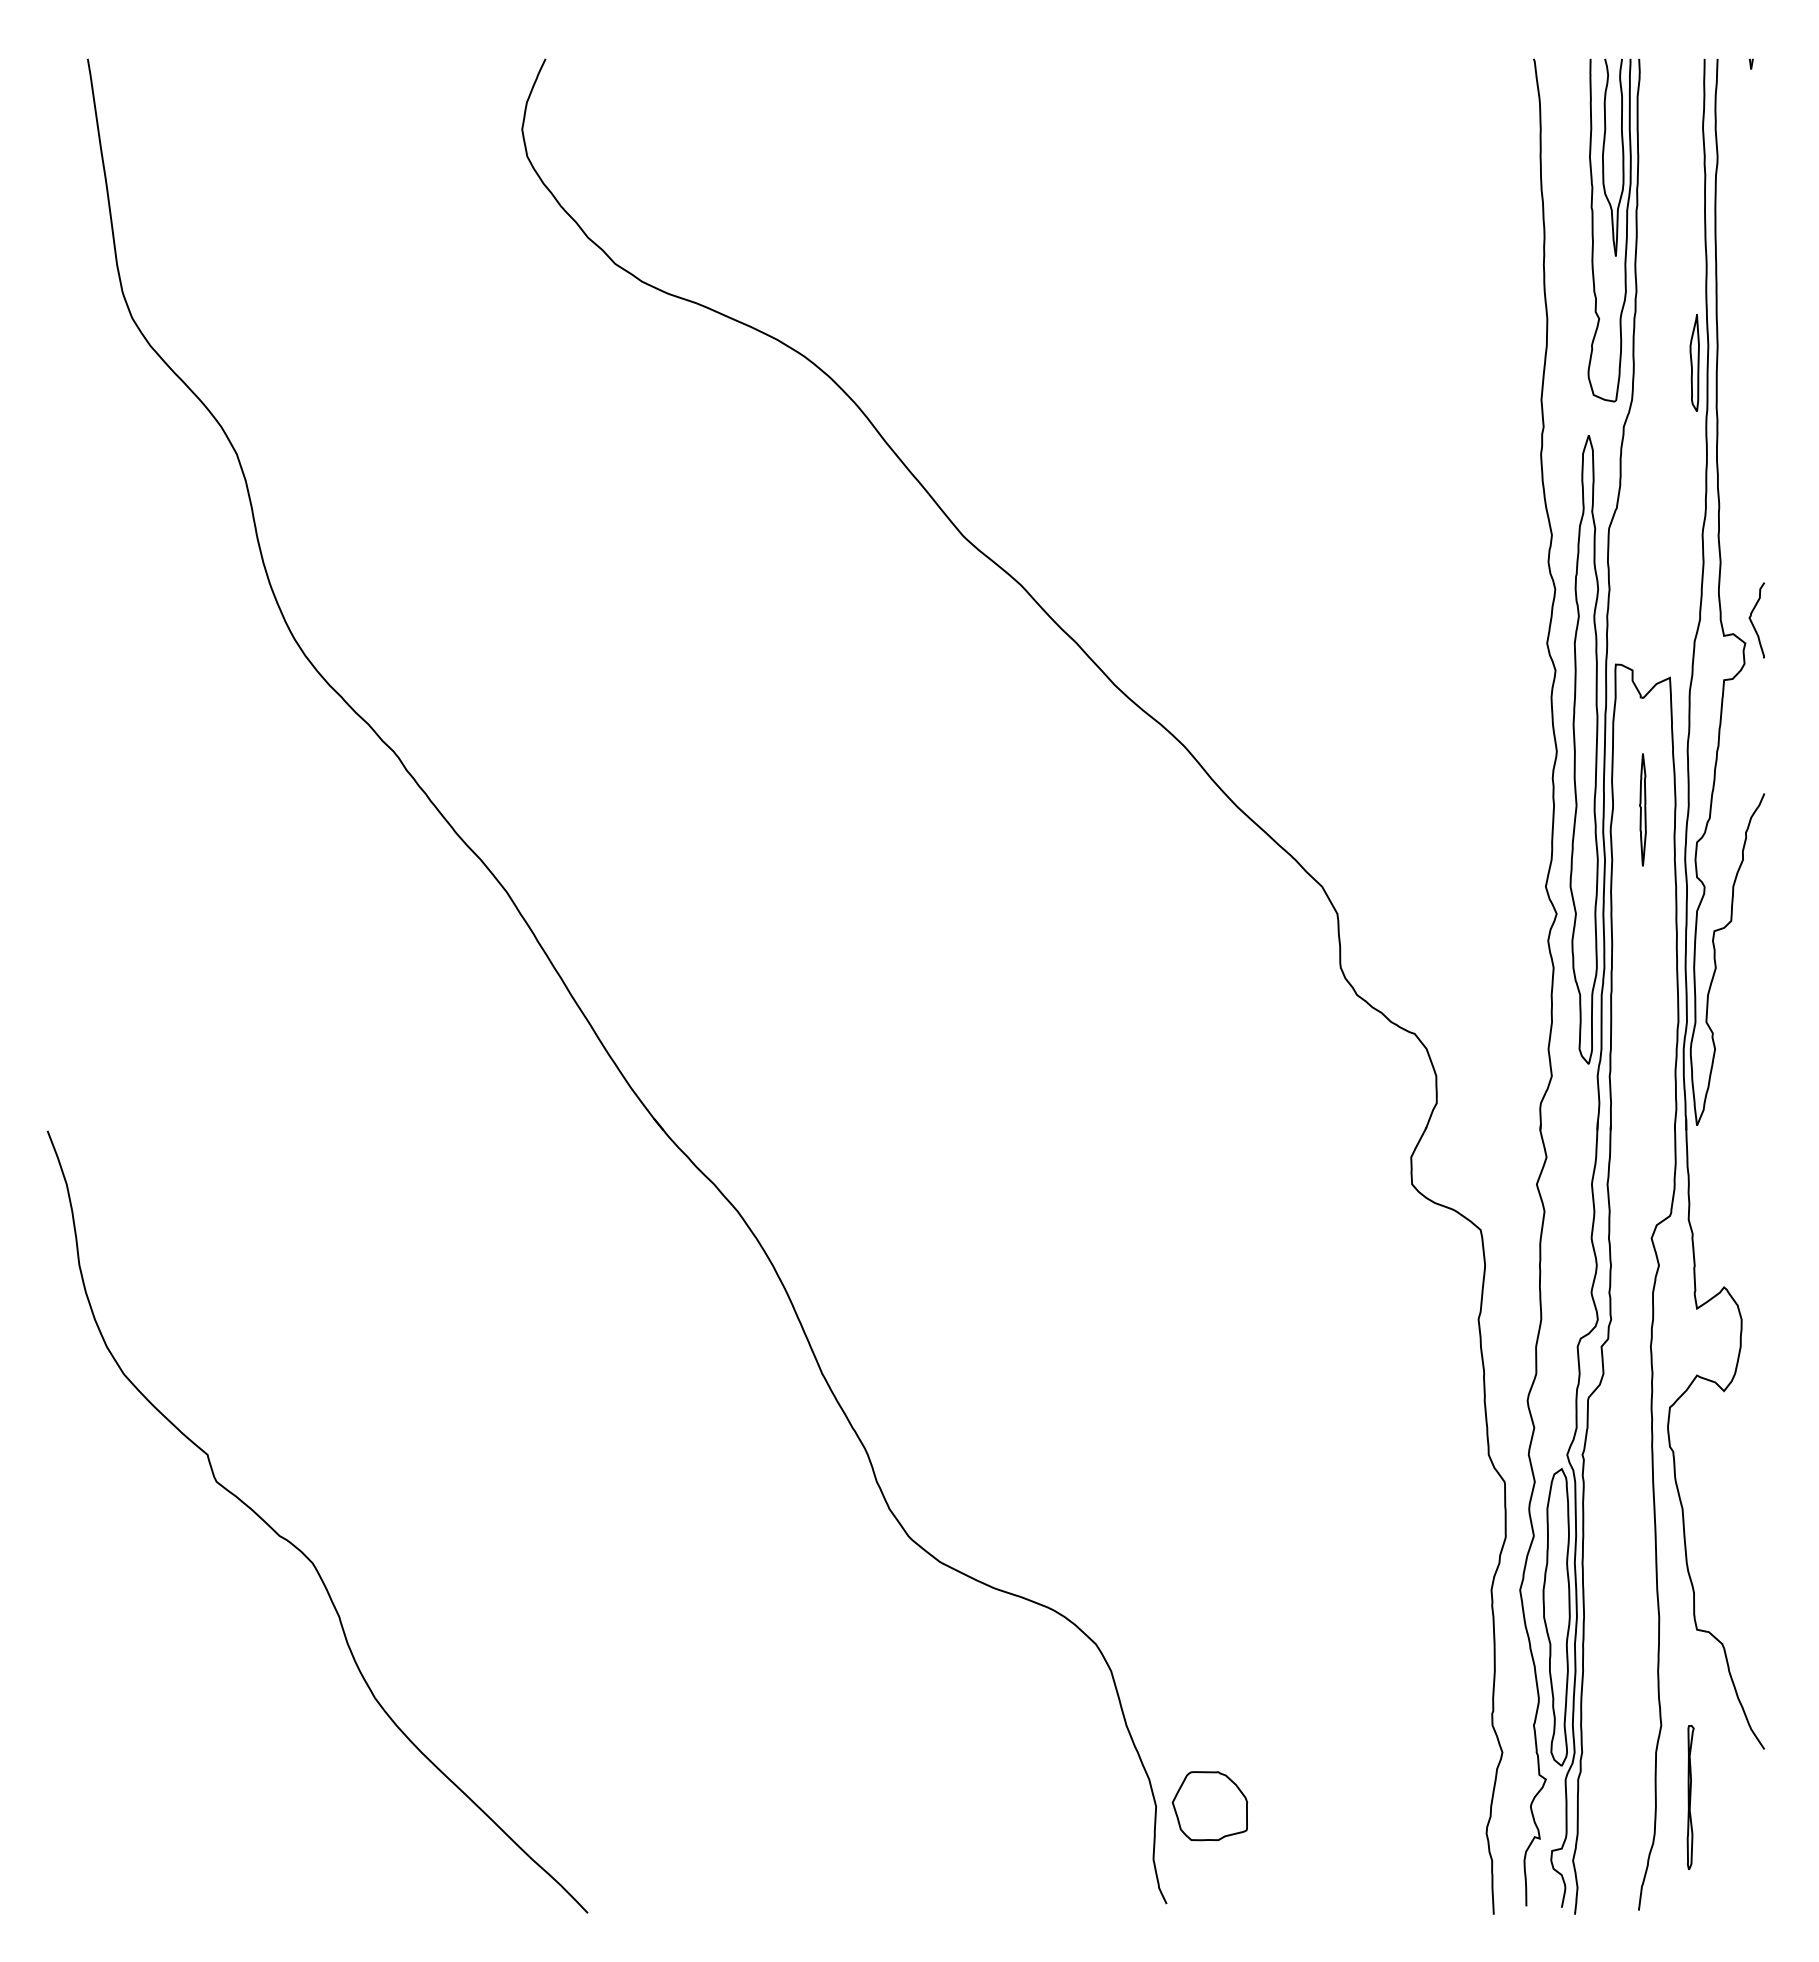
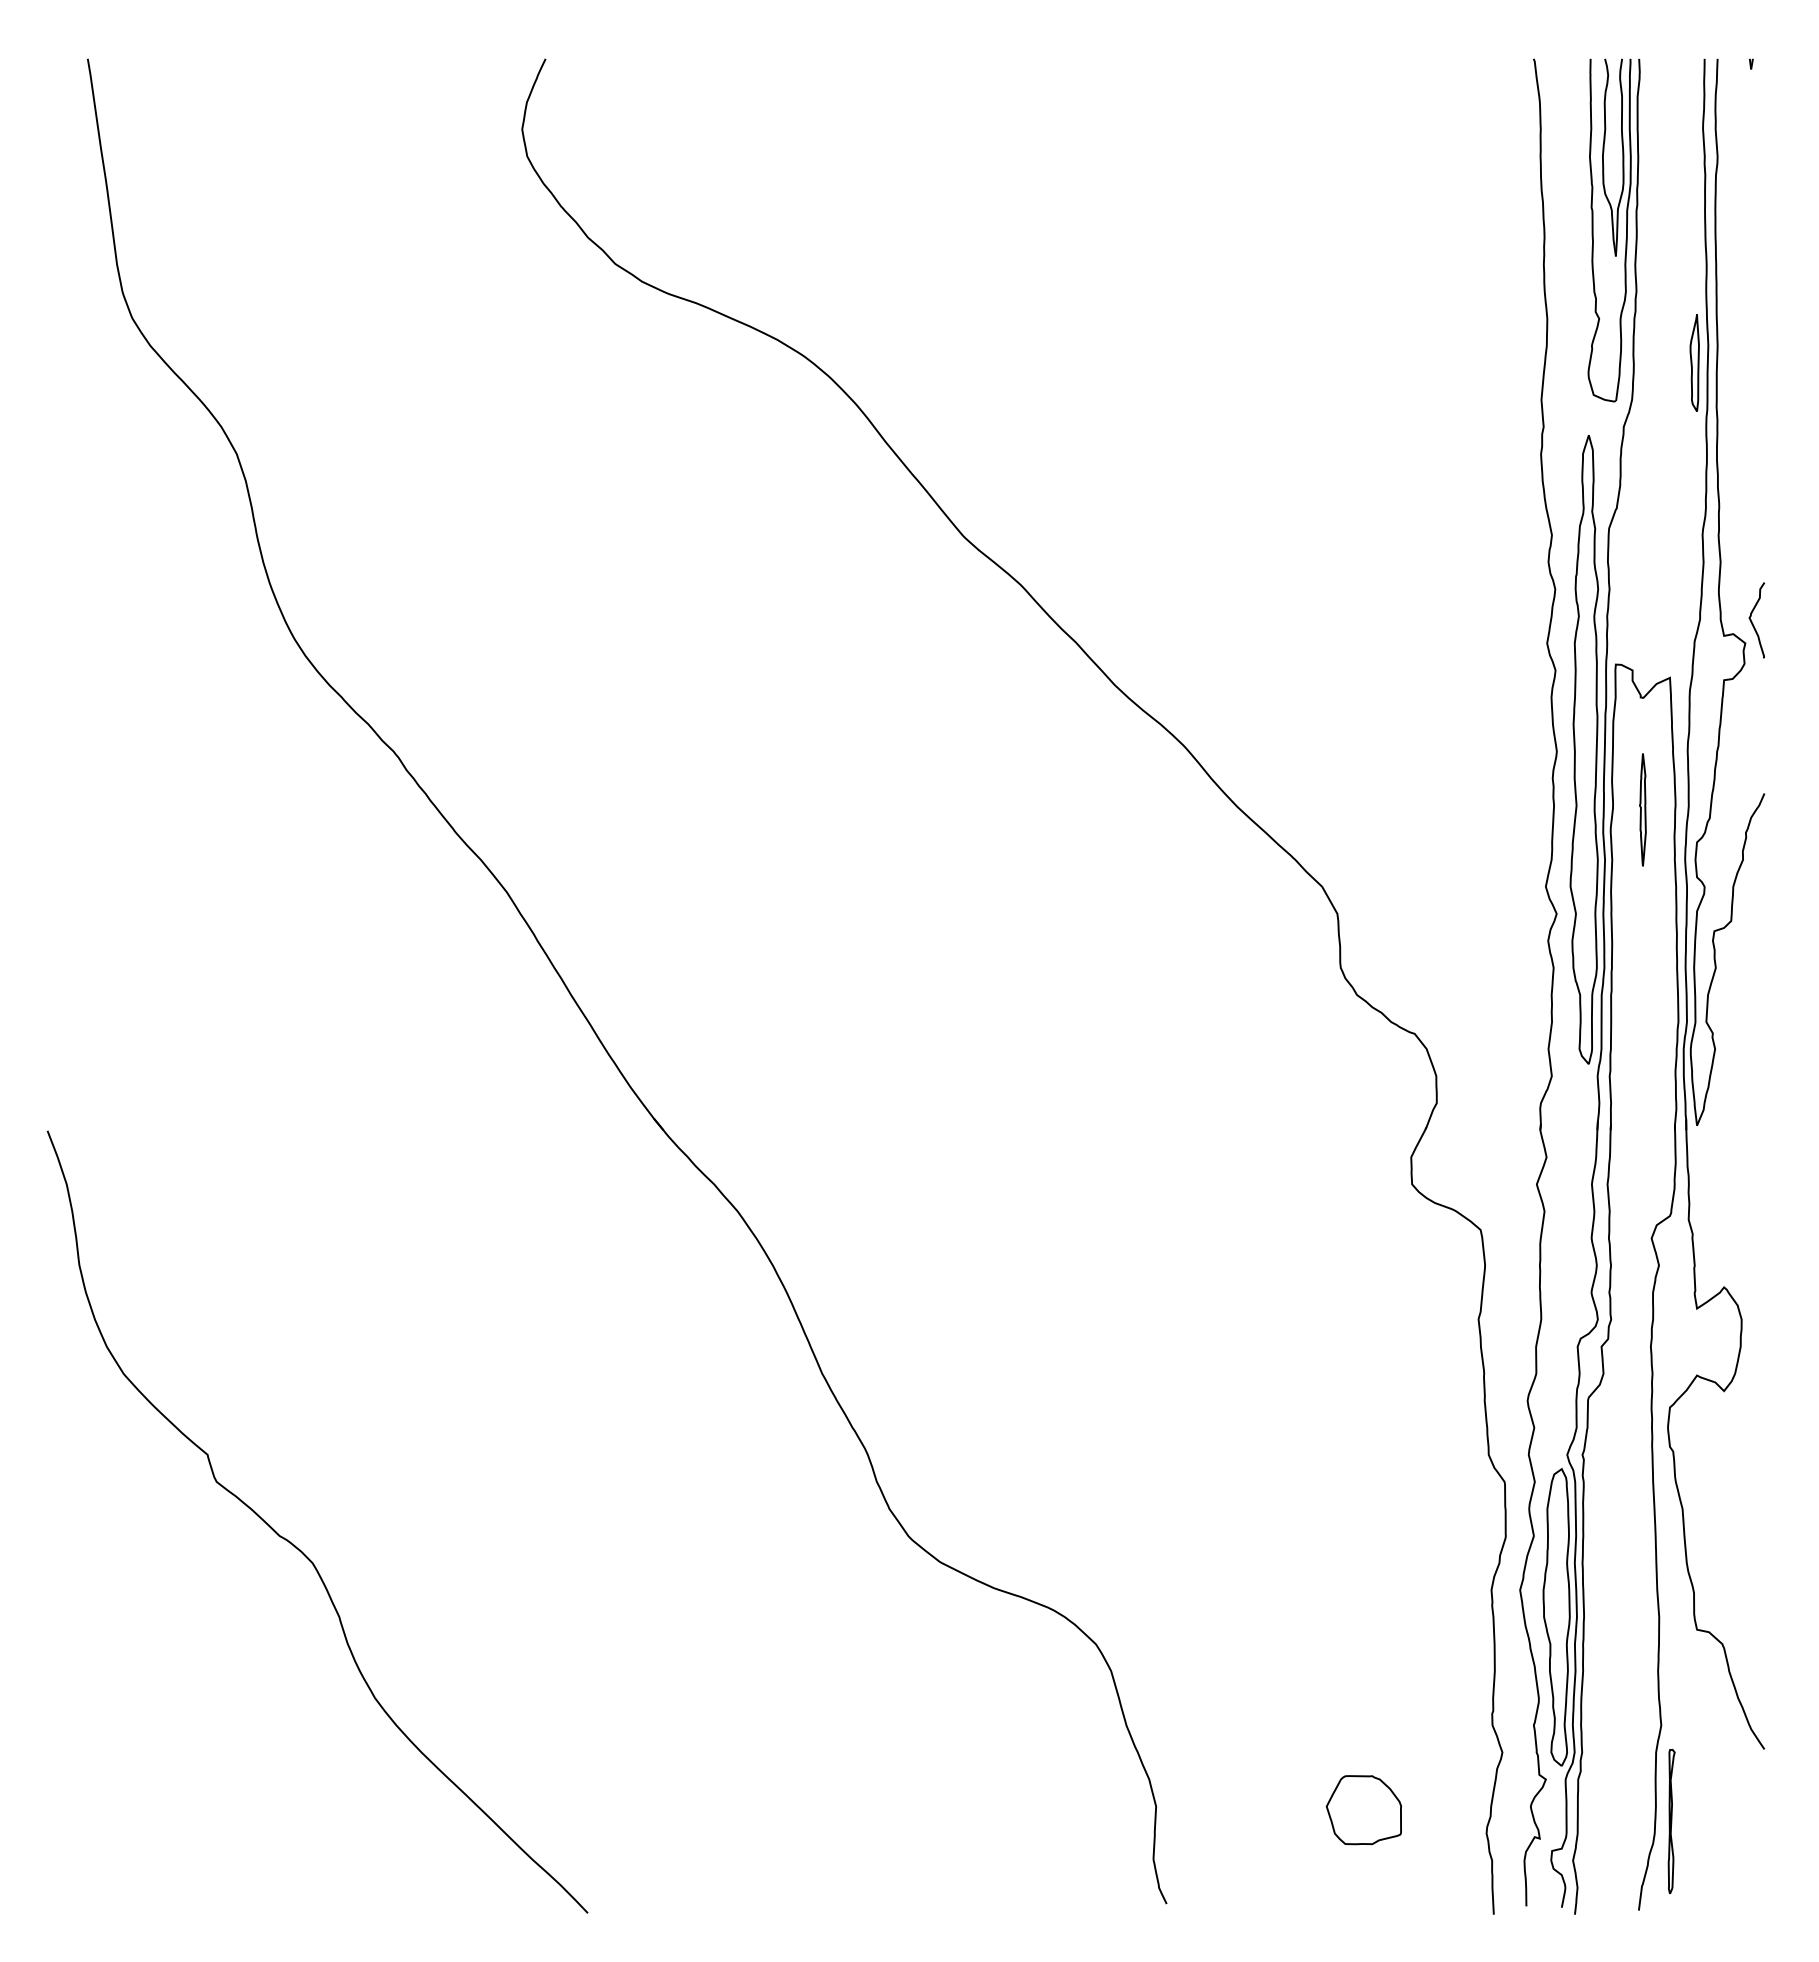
part at (1690, 1797) position: (1690, 1797) -> (1671, 1821)
part at (1209, 1806) position: (1209, 1806) -> (1363, 1810)
